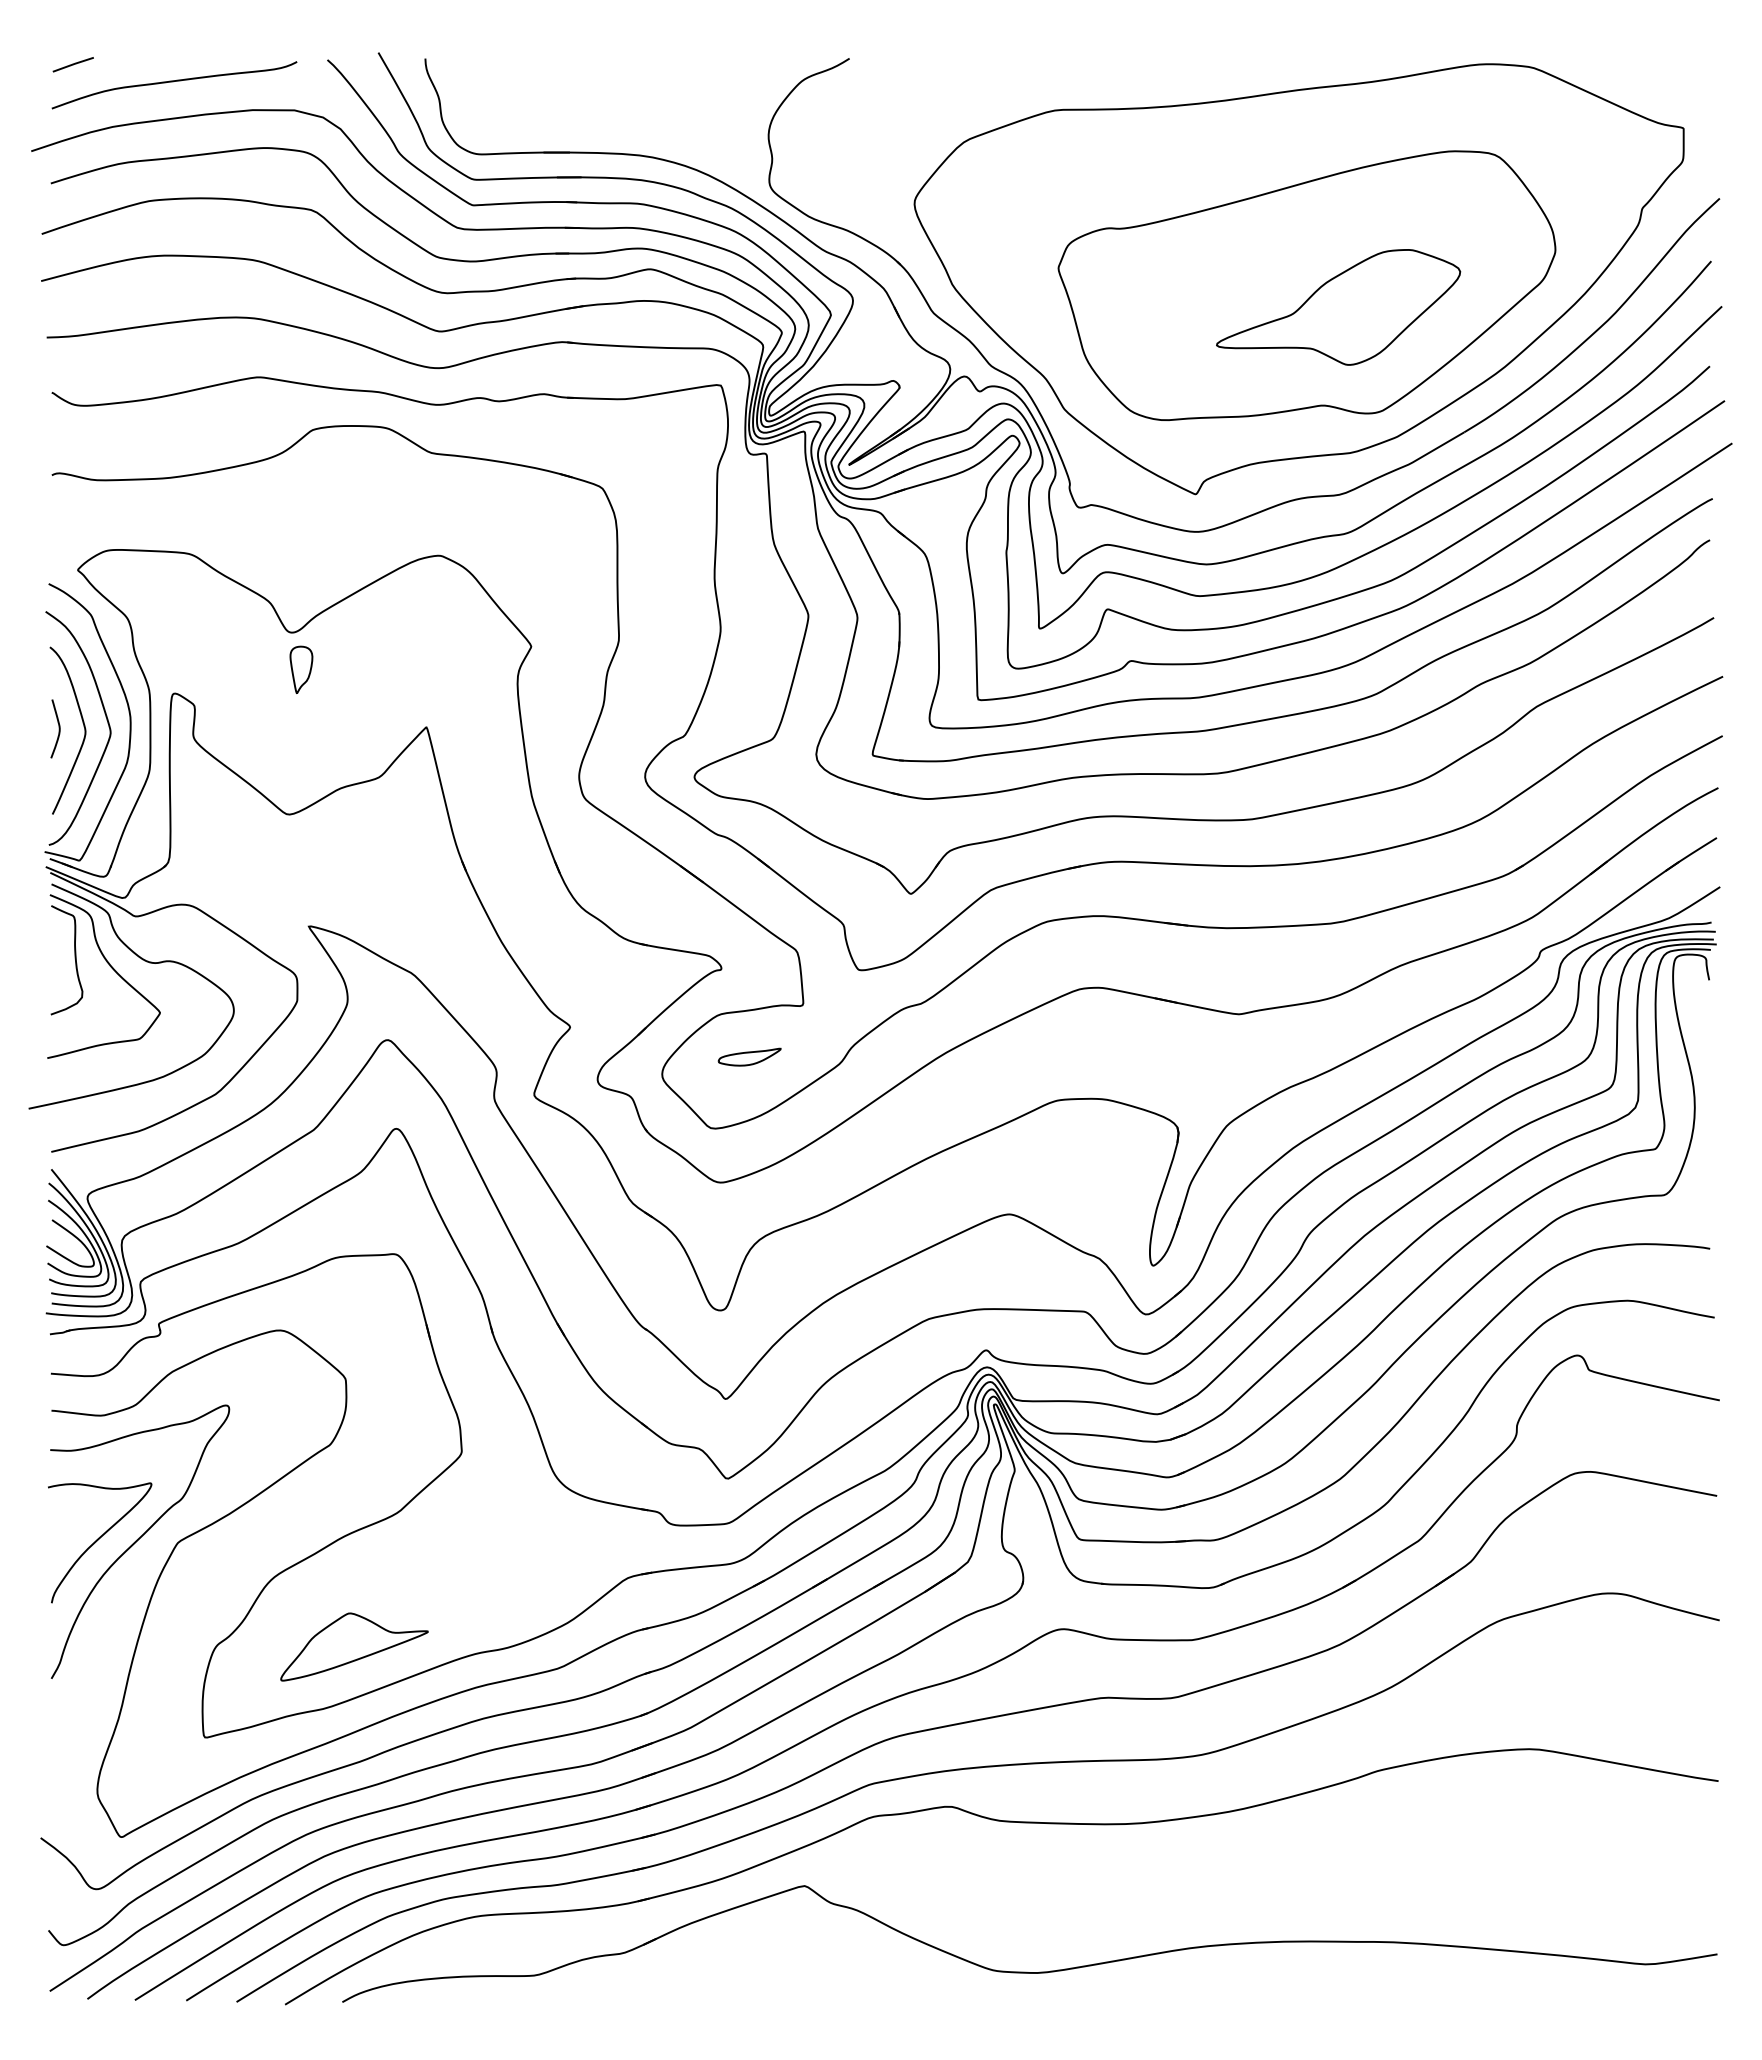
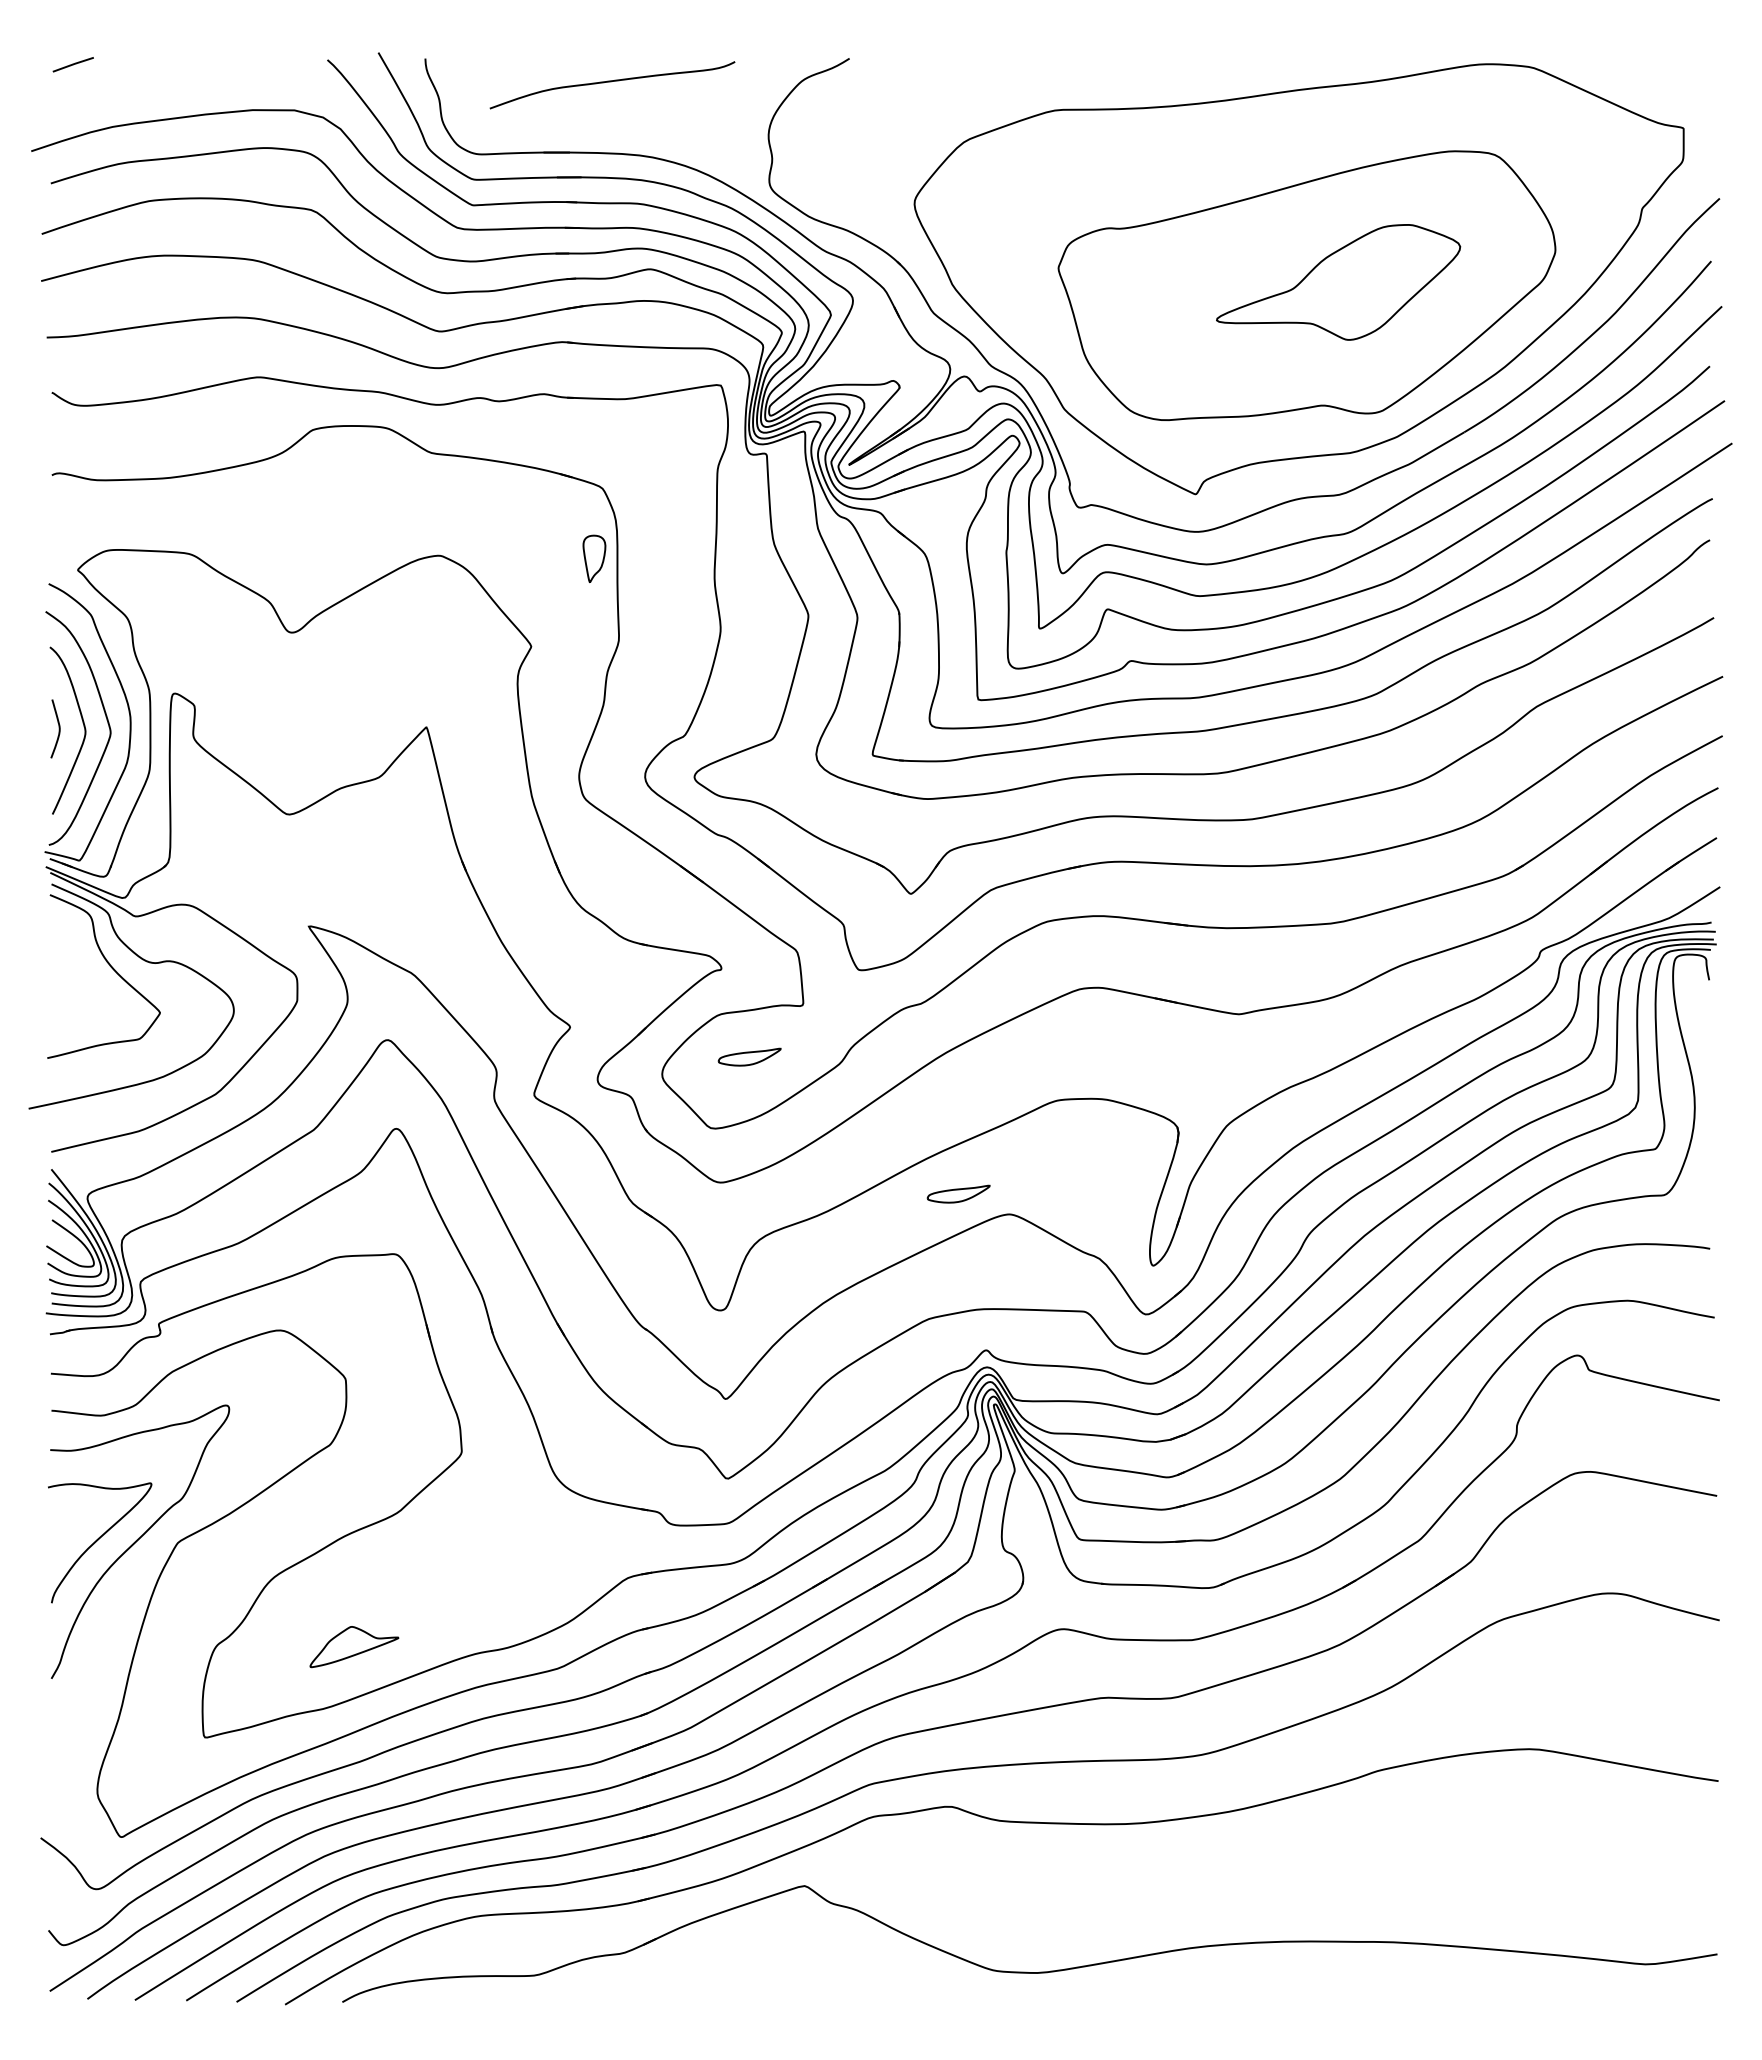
curve at (173, 82) position: (173, 82) -> (611, 82)
part at (1338, 307) position: (1338, 307) -> (1338, 282)
part at (301, 669) position: (301, 669) -> (594, 558)
curve at (74, 958): present -> none
part at (958, 1193): none -> present
part at (354, 1646) size: 149x70 px -> 91x43 px
